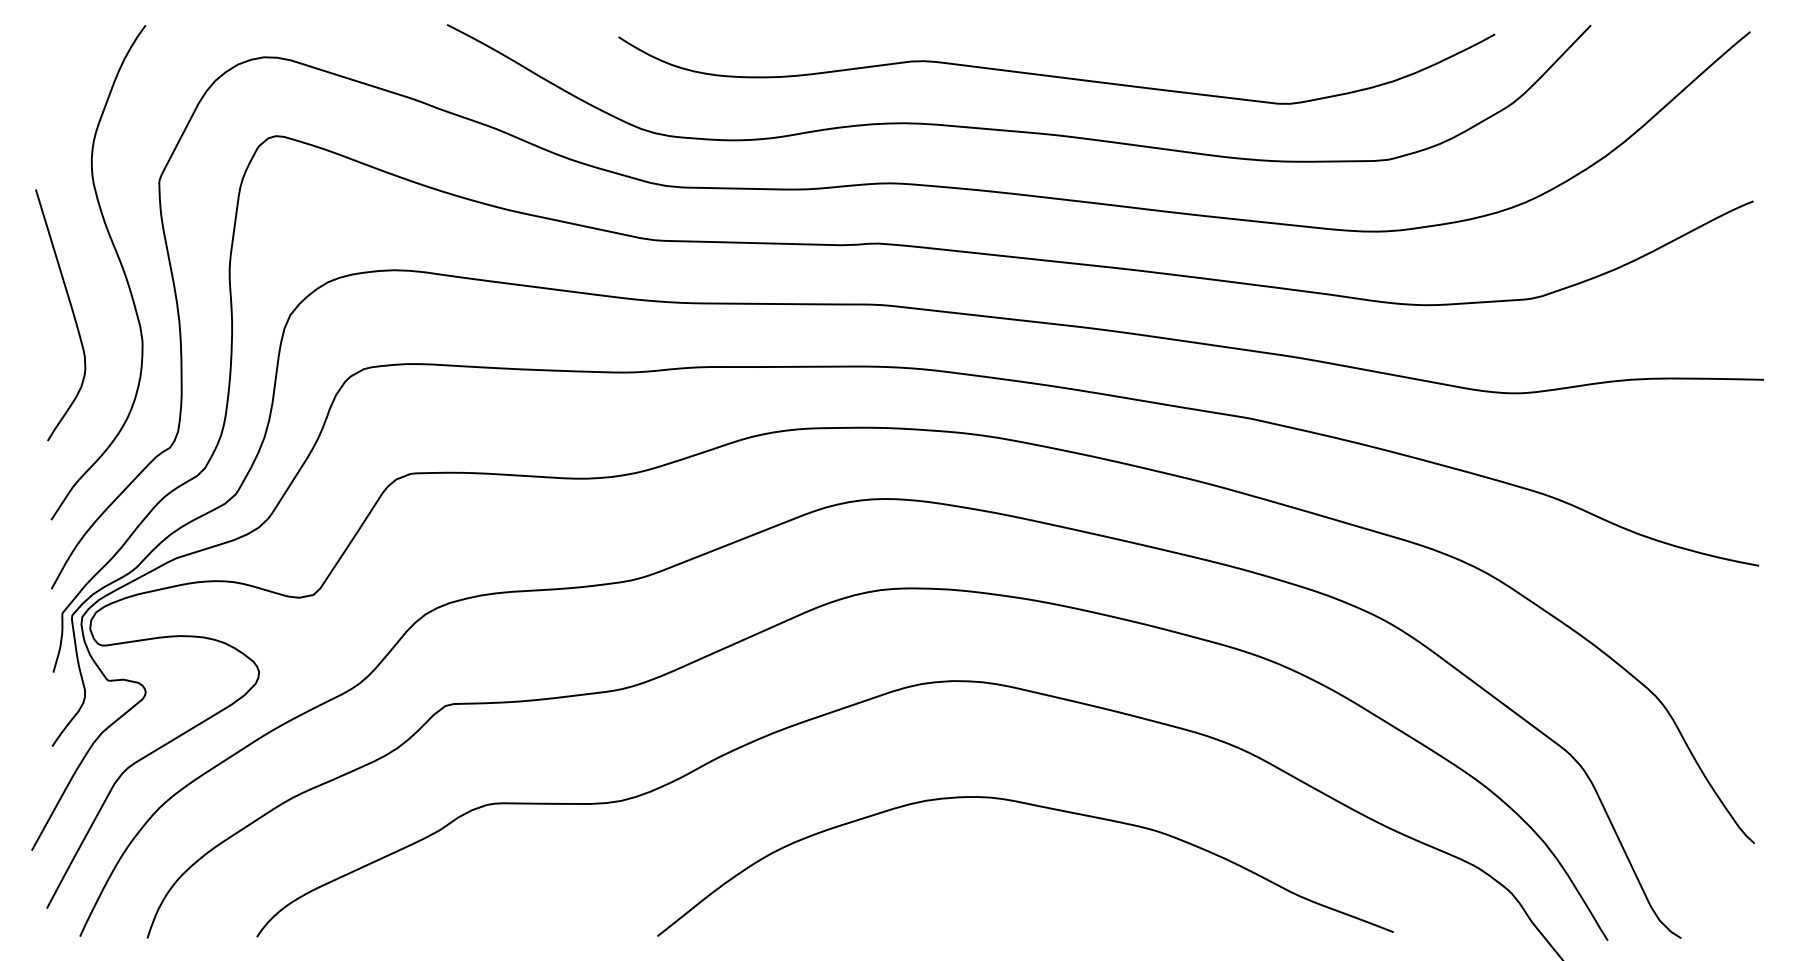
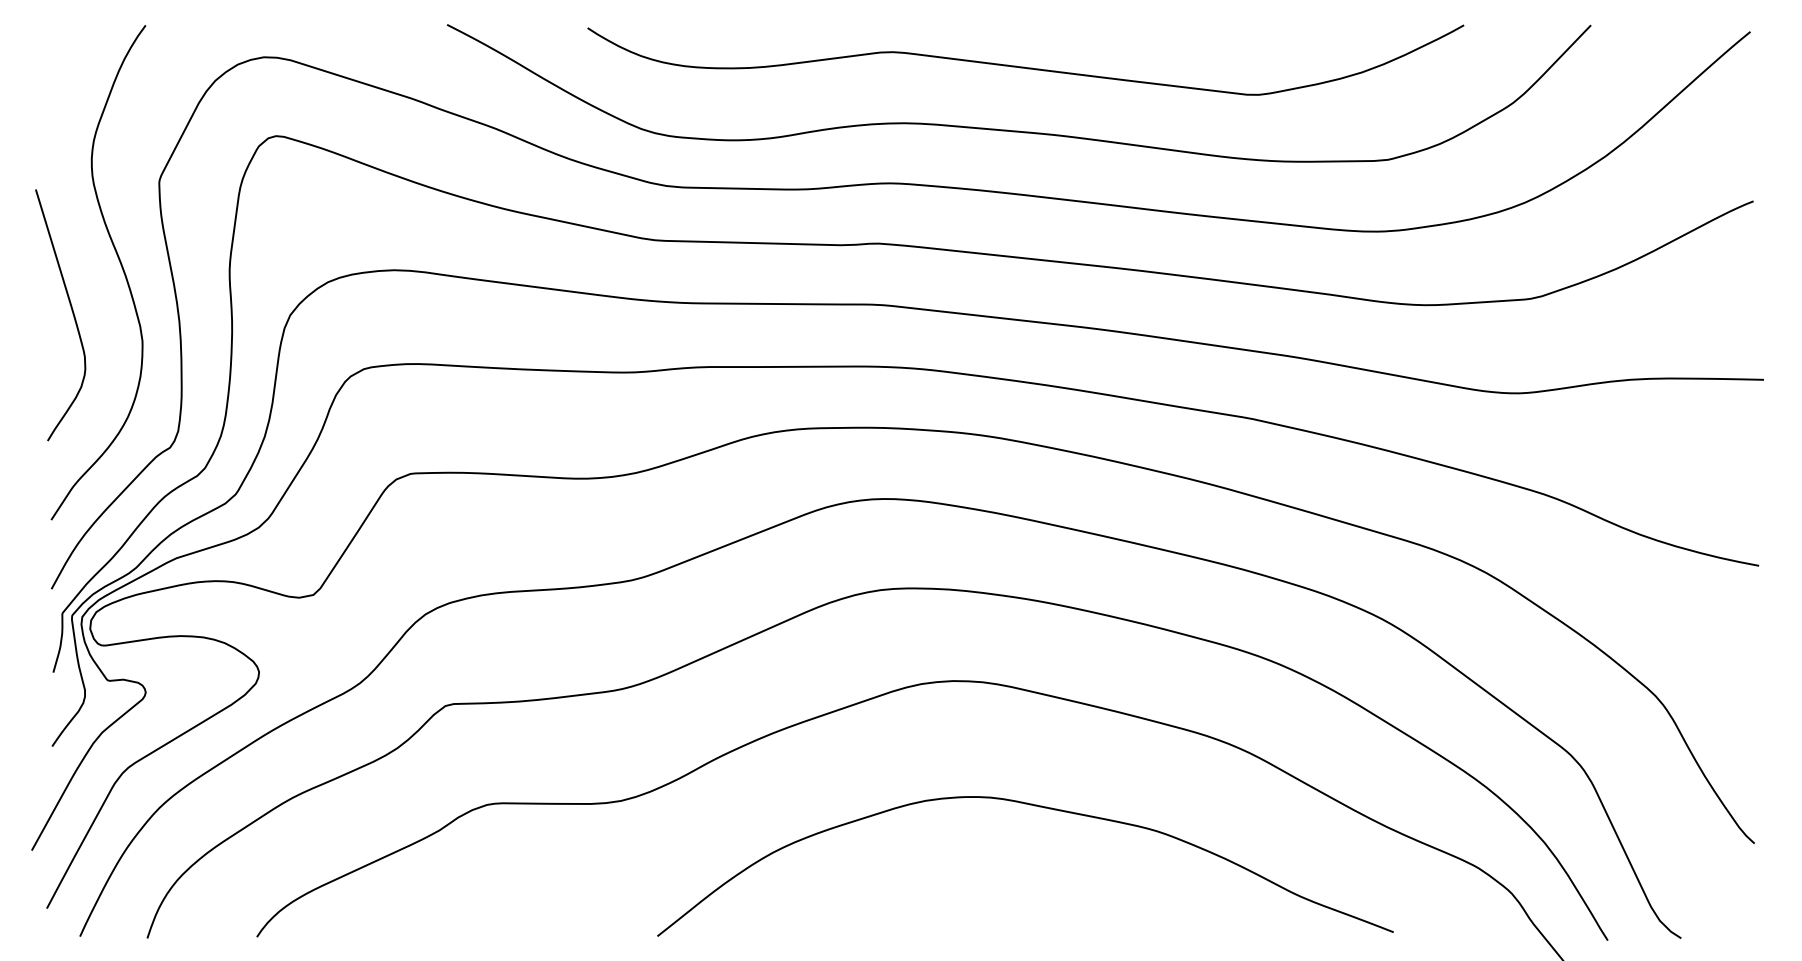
curve at (1055, 75) position: (1055, 75) -> (1024, 66)
